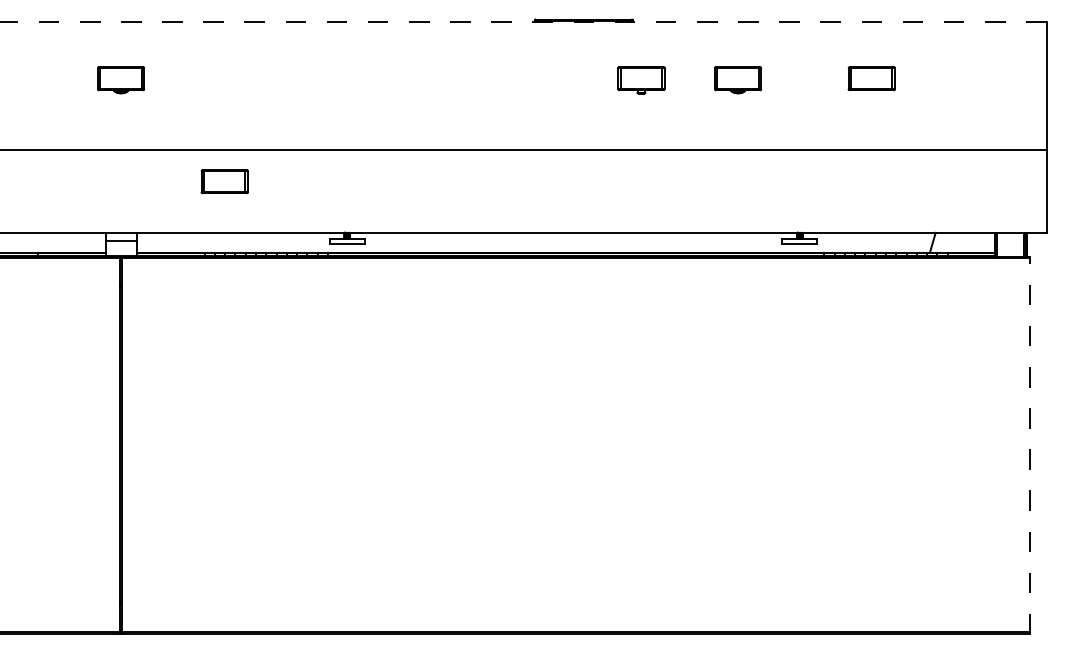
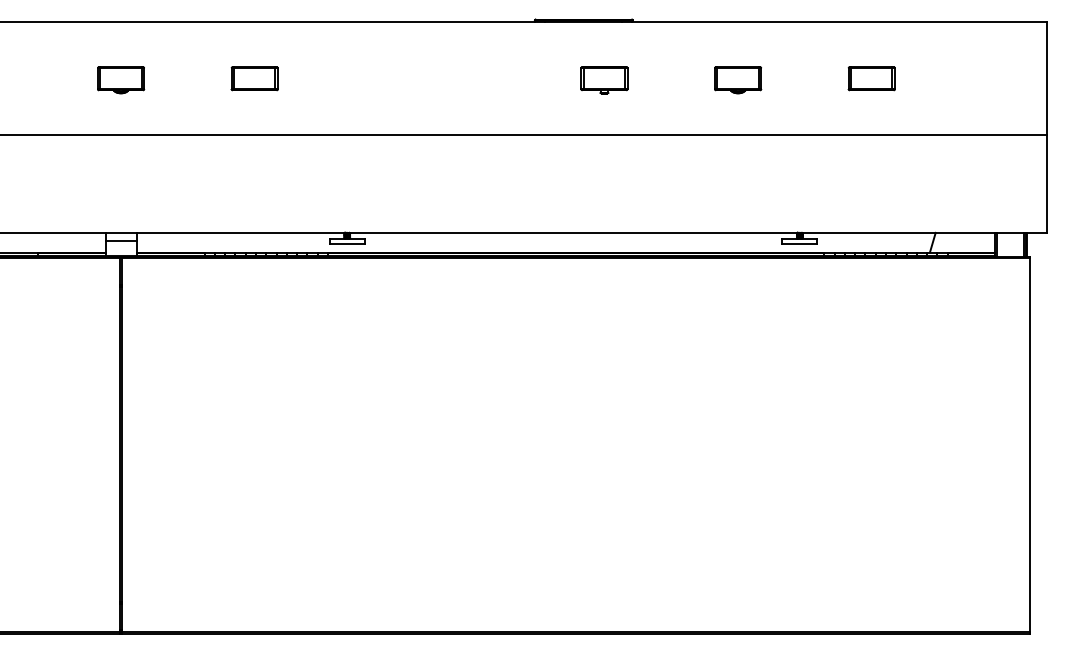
line at (522, 22): dashed -> solid
part at (641, 80) position: (641, 80) -> (604, 80)
line at (524, 150) position: (524, 150) -> (524, 135)
part at (224, 181) position: (224, 181) -> (254, 78)
line at (1029, 445): dashed -> solid
